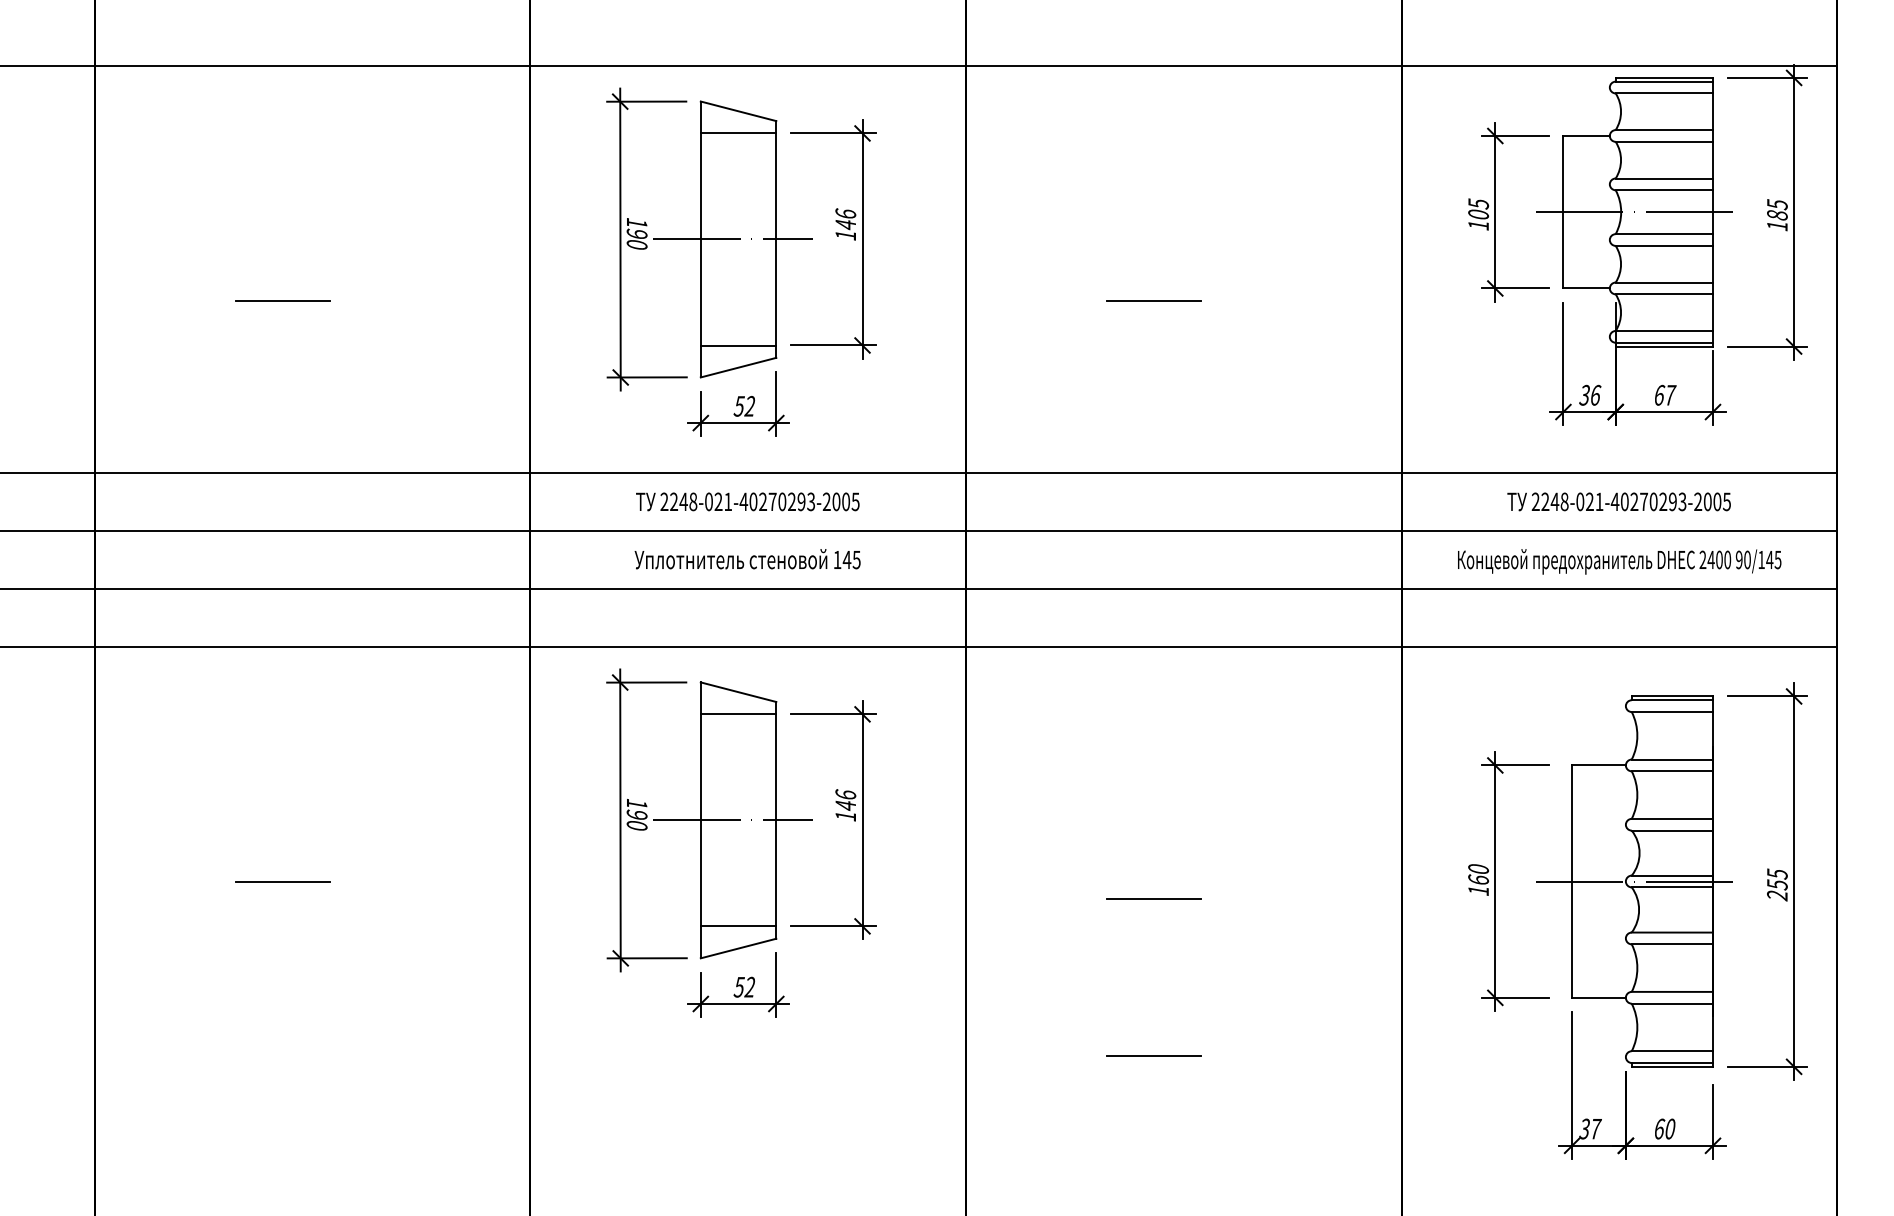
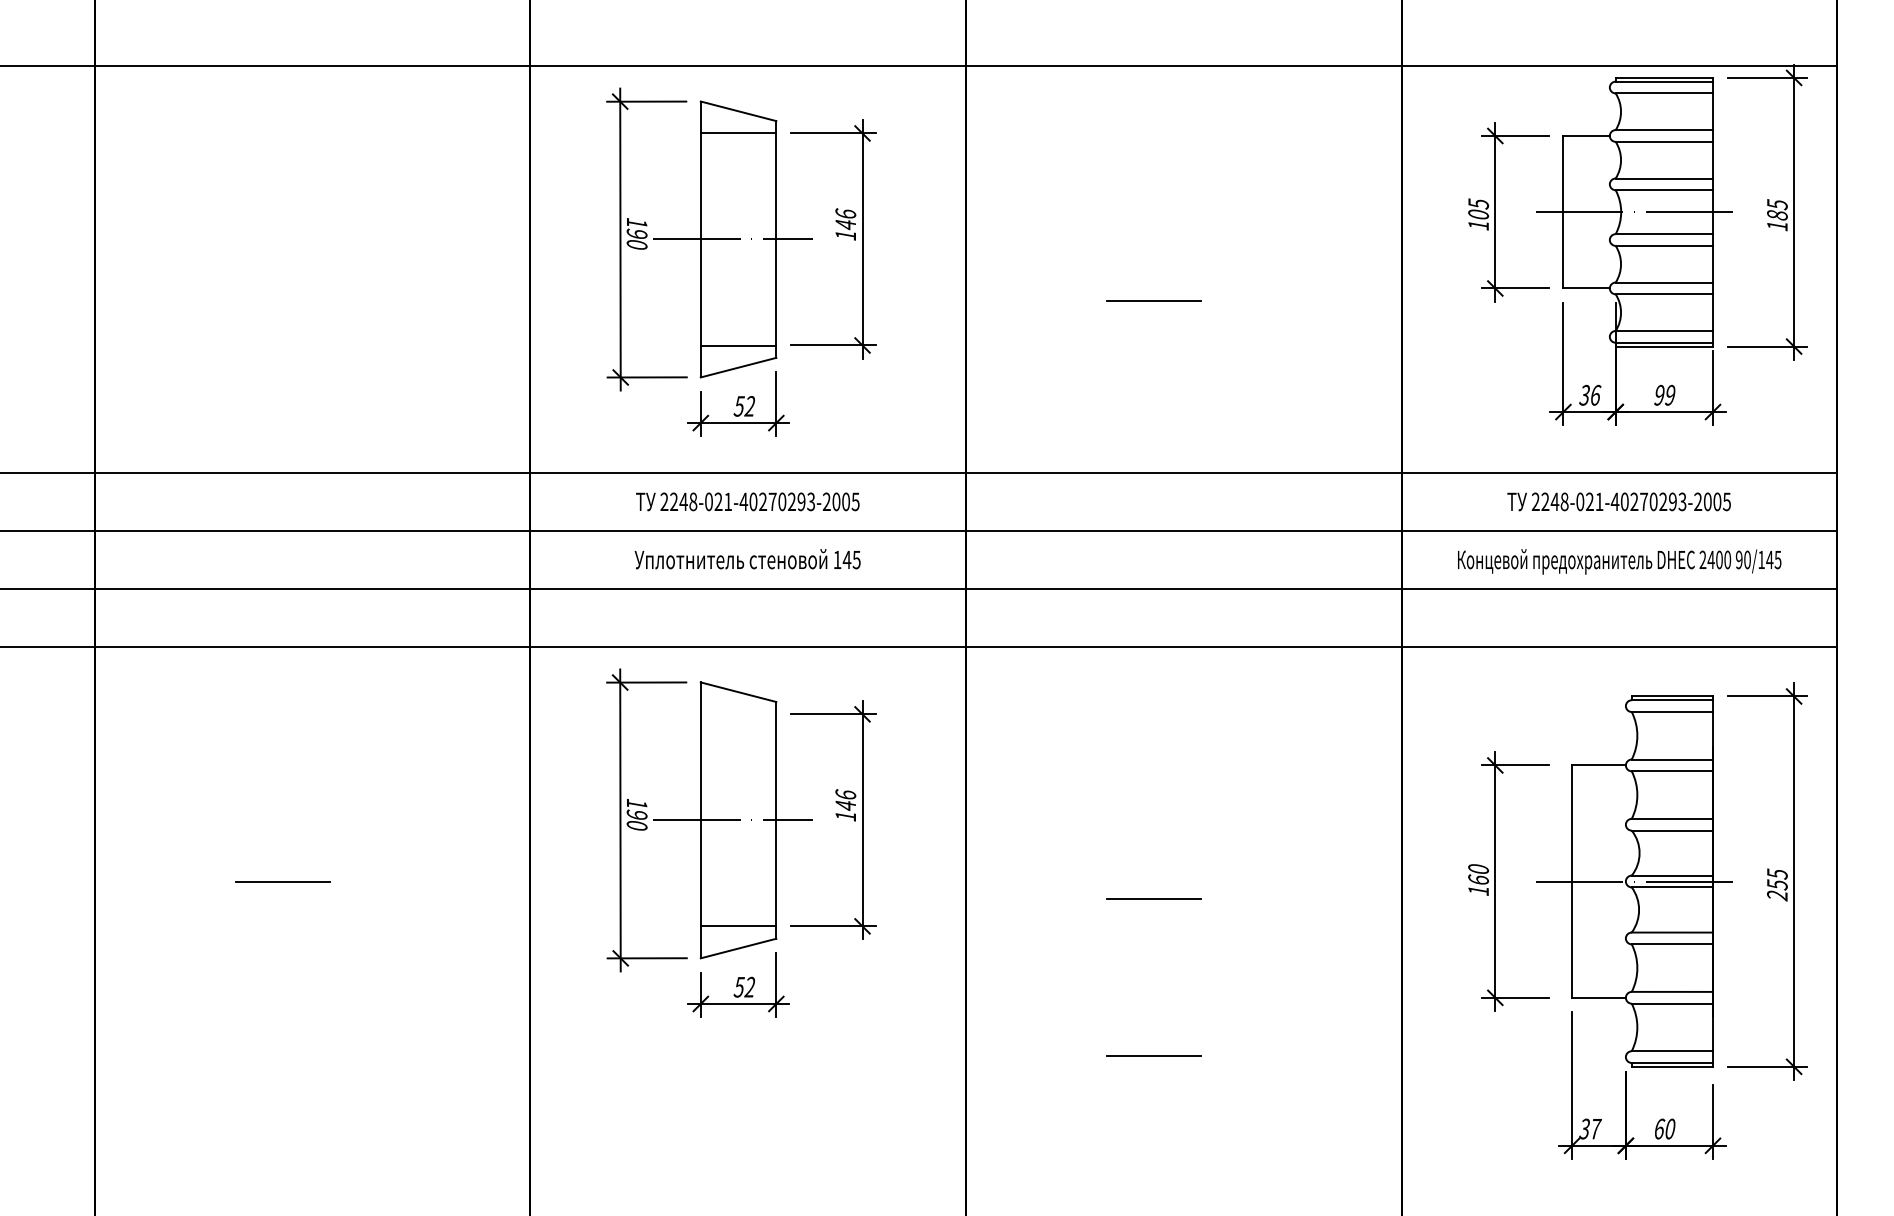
line at (282, 300): present -> none
text at (1665, 394): 67 -> 99
line at (738, 714): present -> none
